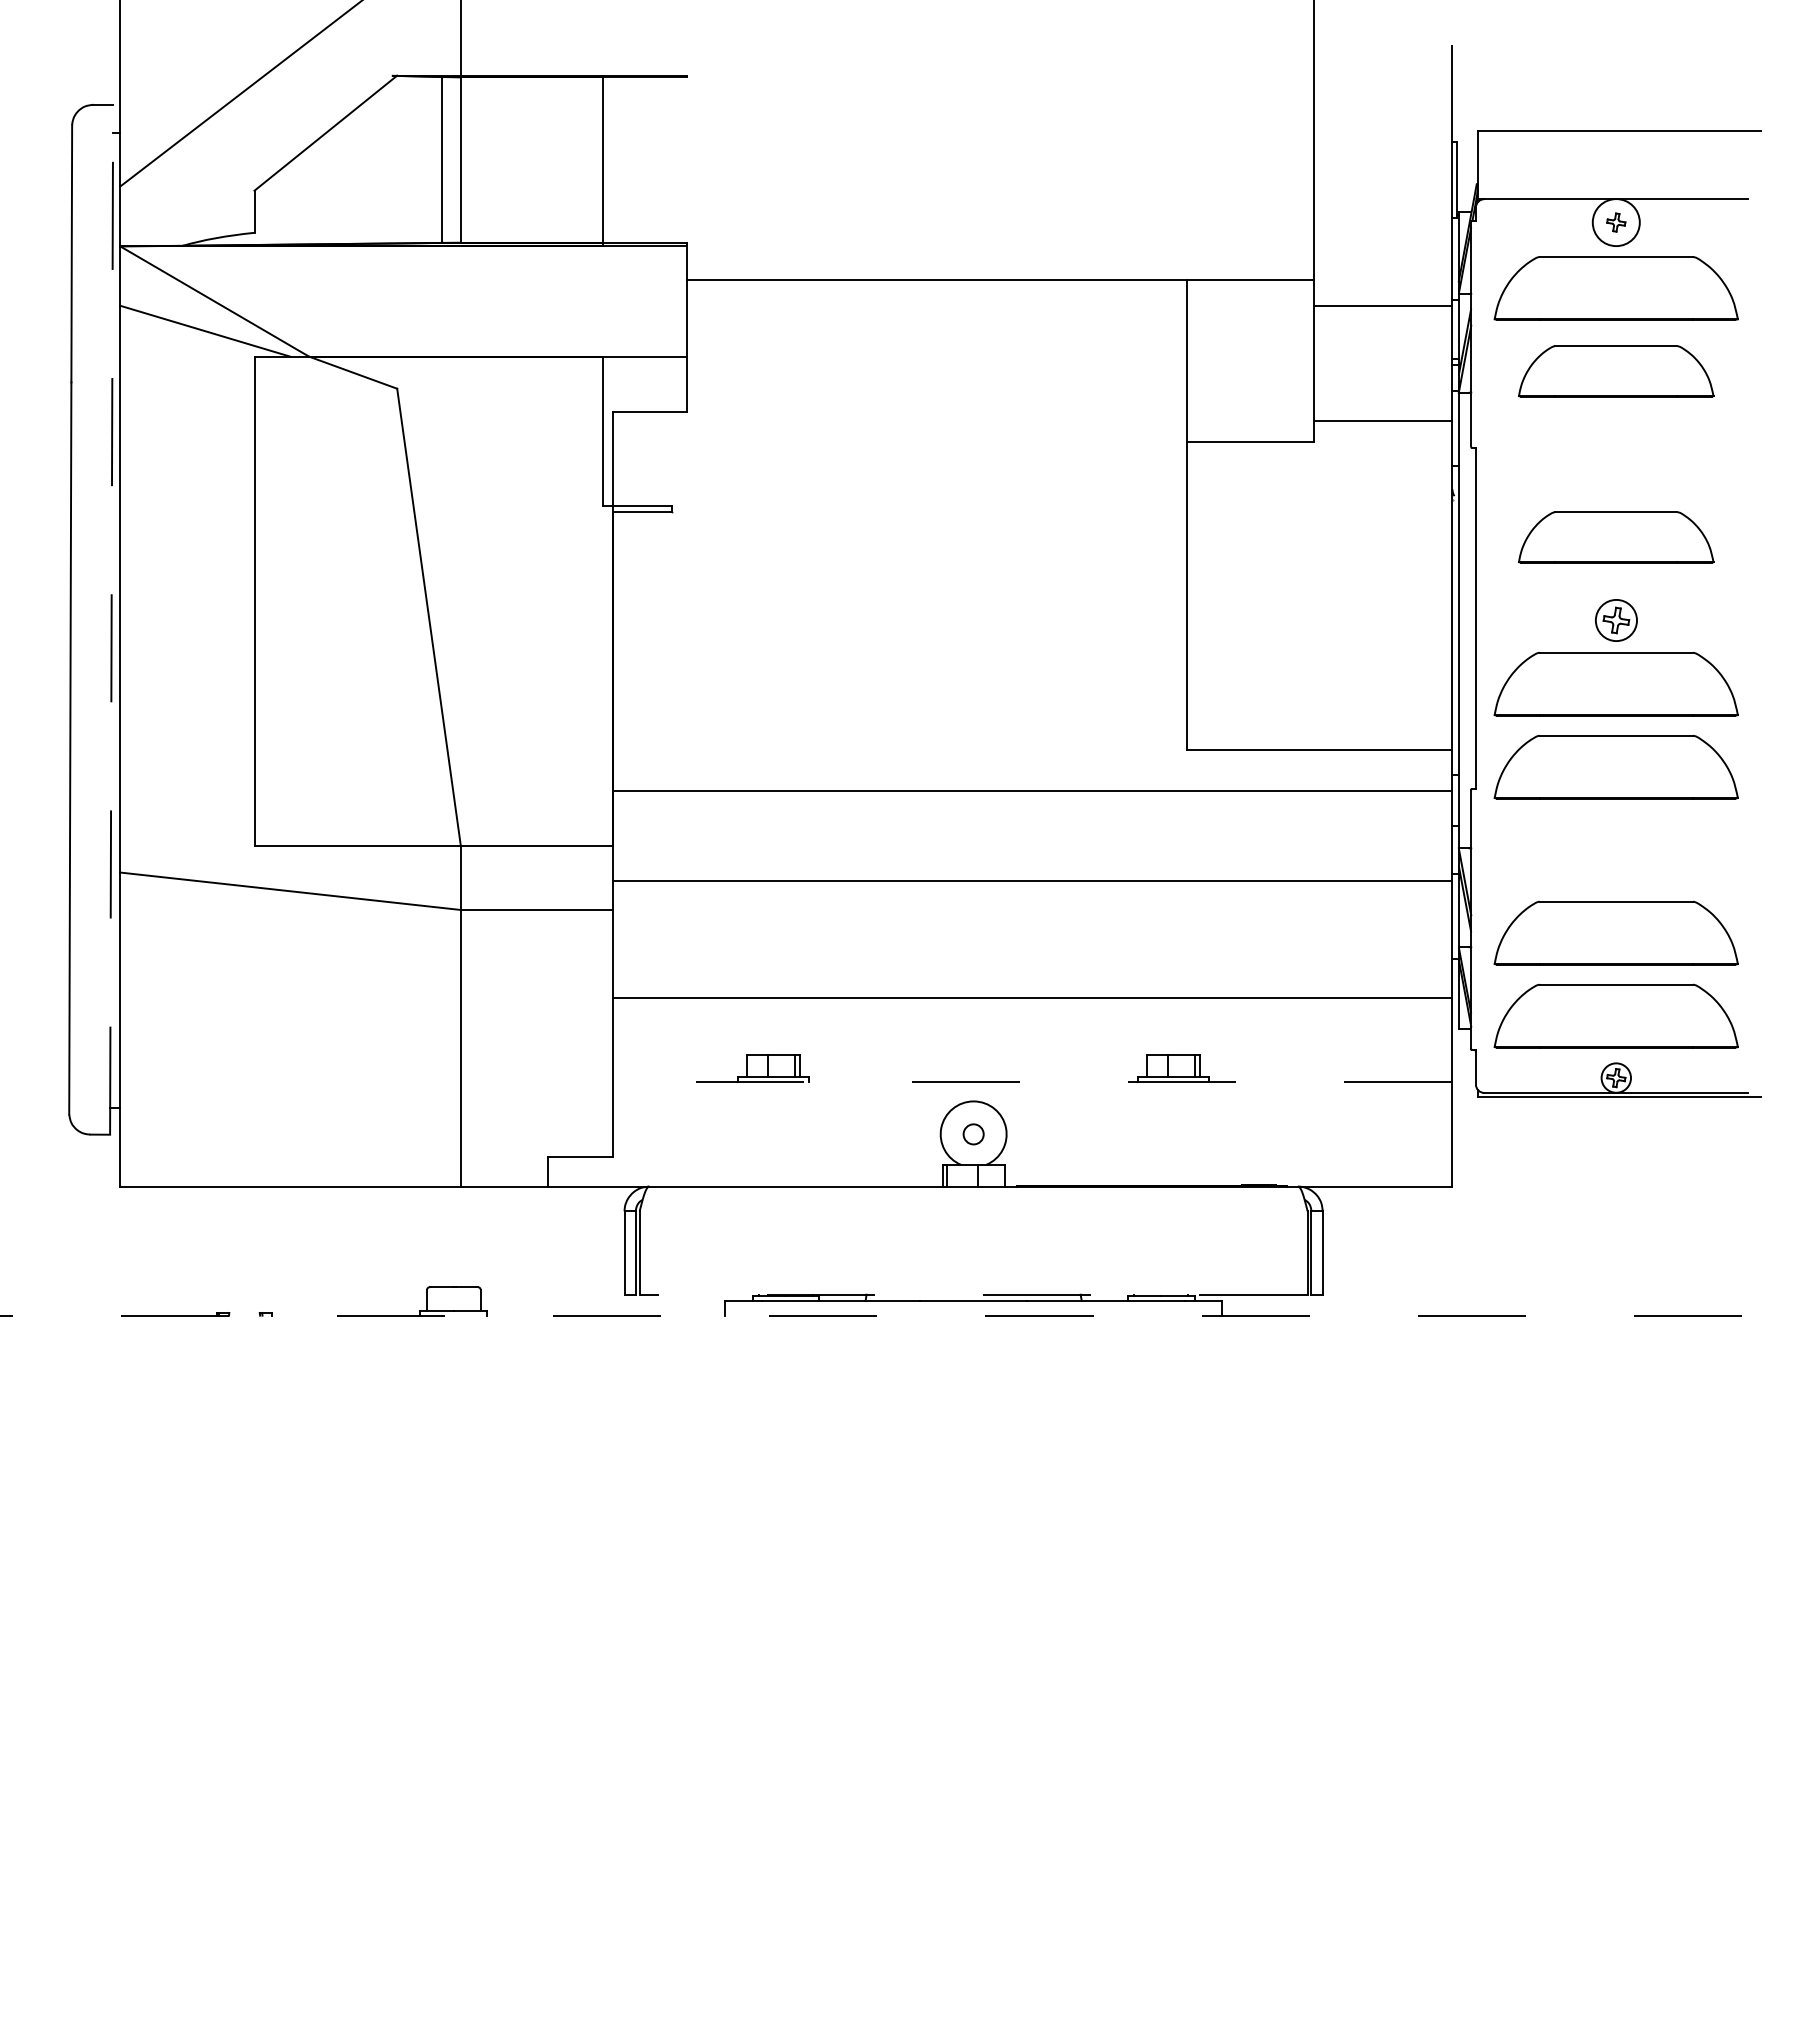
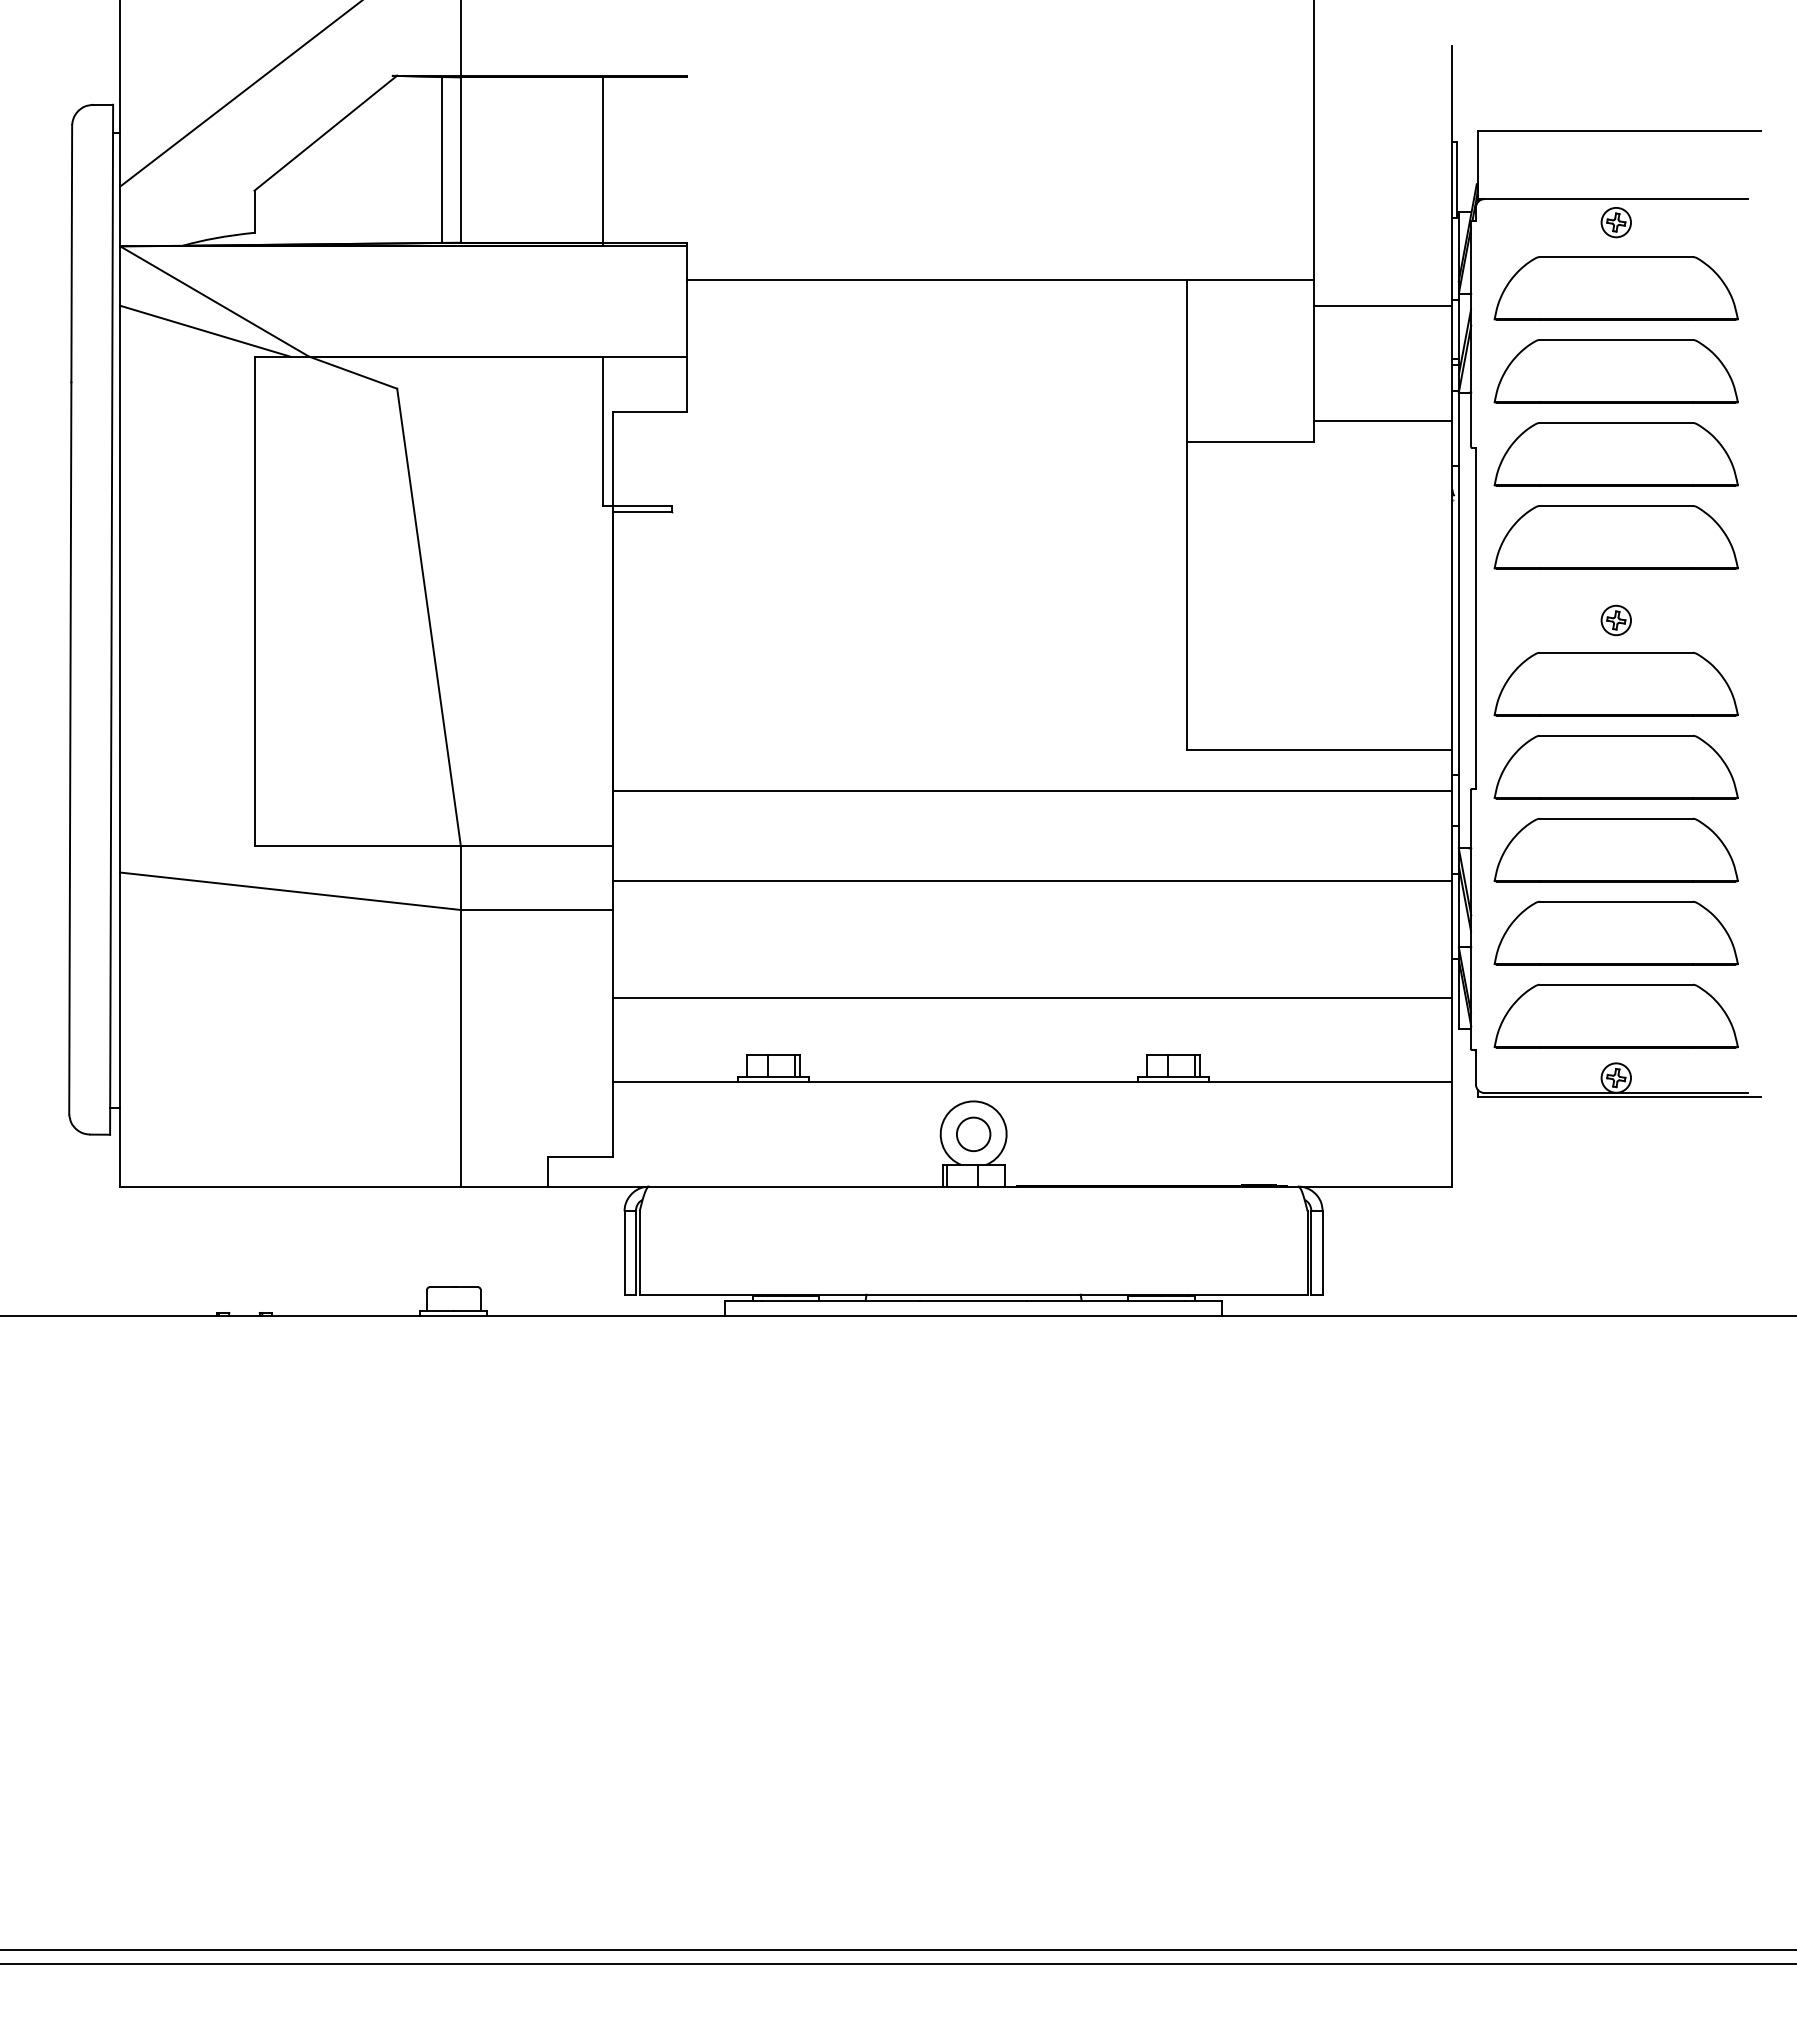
circle at (1615, 222) diameter: 47 px -> 29 px
part at (1616, 371) size: 197x53 px -> 246x65 px
part at (1615, 454): none -> present
part at (1616, 537) size: 197x53 px -> 246x65 px
line at (111, 619): dashed -> solid
part at (1616, 620) size: 43x43 px -> 32x33 px
part at (1615, 849): none -> present
line at (1032, 1082): dashed -> solid
circle at (973, 1134) diameter: 20 px -> 34 px
line at (973, 1294): dashed -> solid
line at (898, 1315): dashed -> solid
line at (897, 1949): none -> present
line at (897, 1964): none -> present
